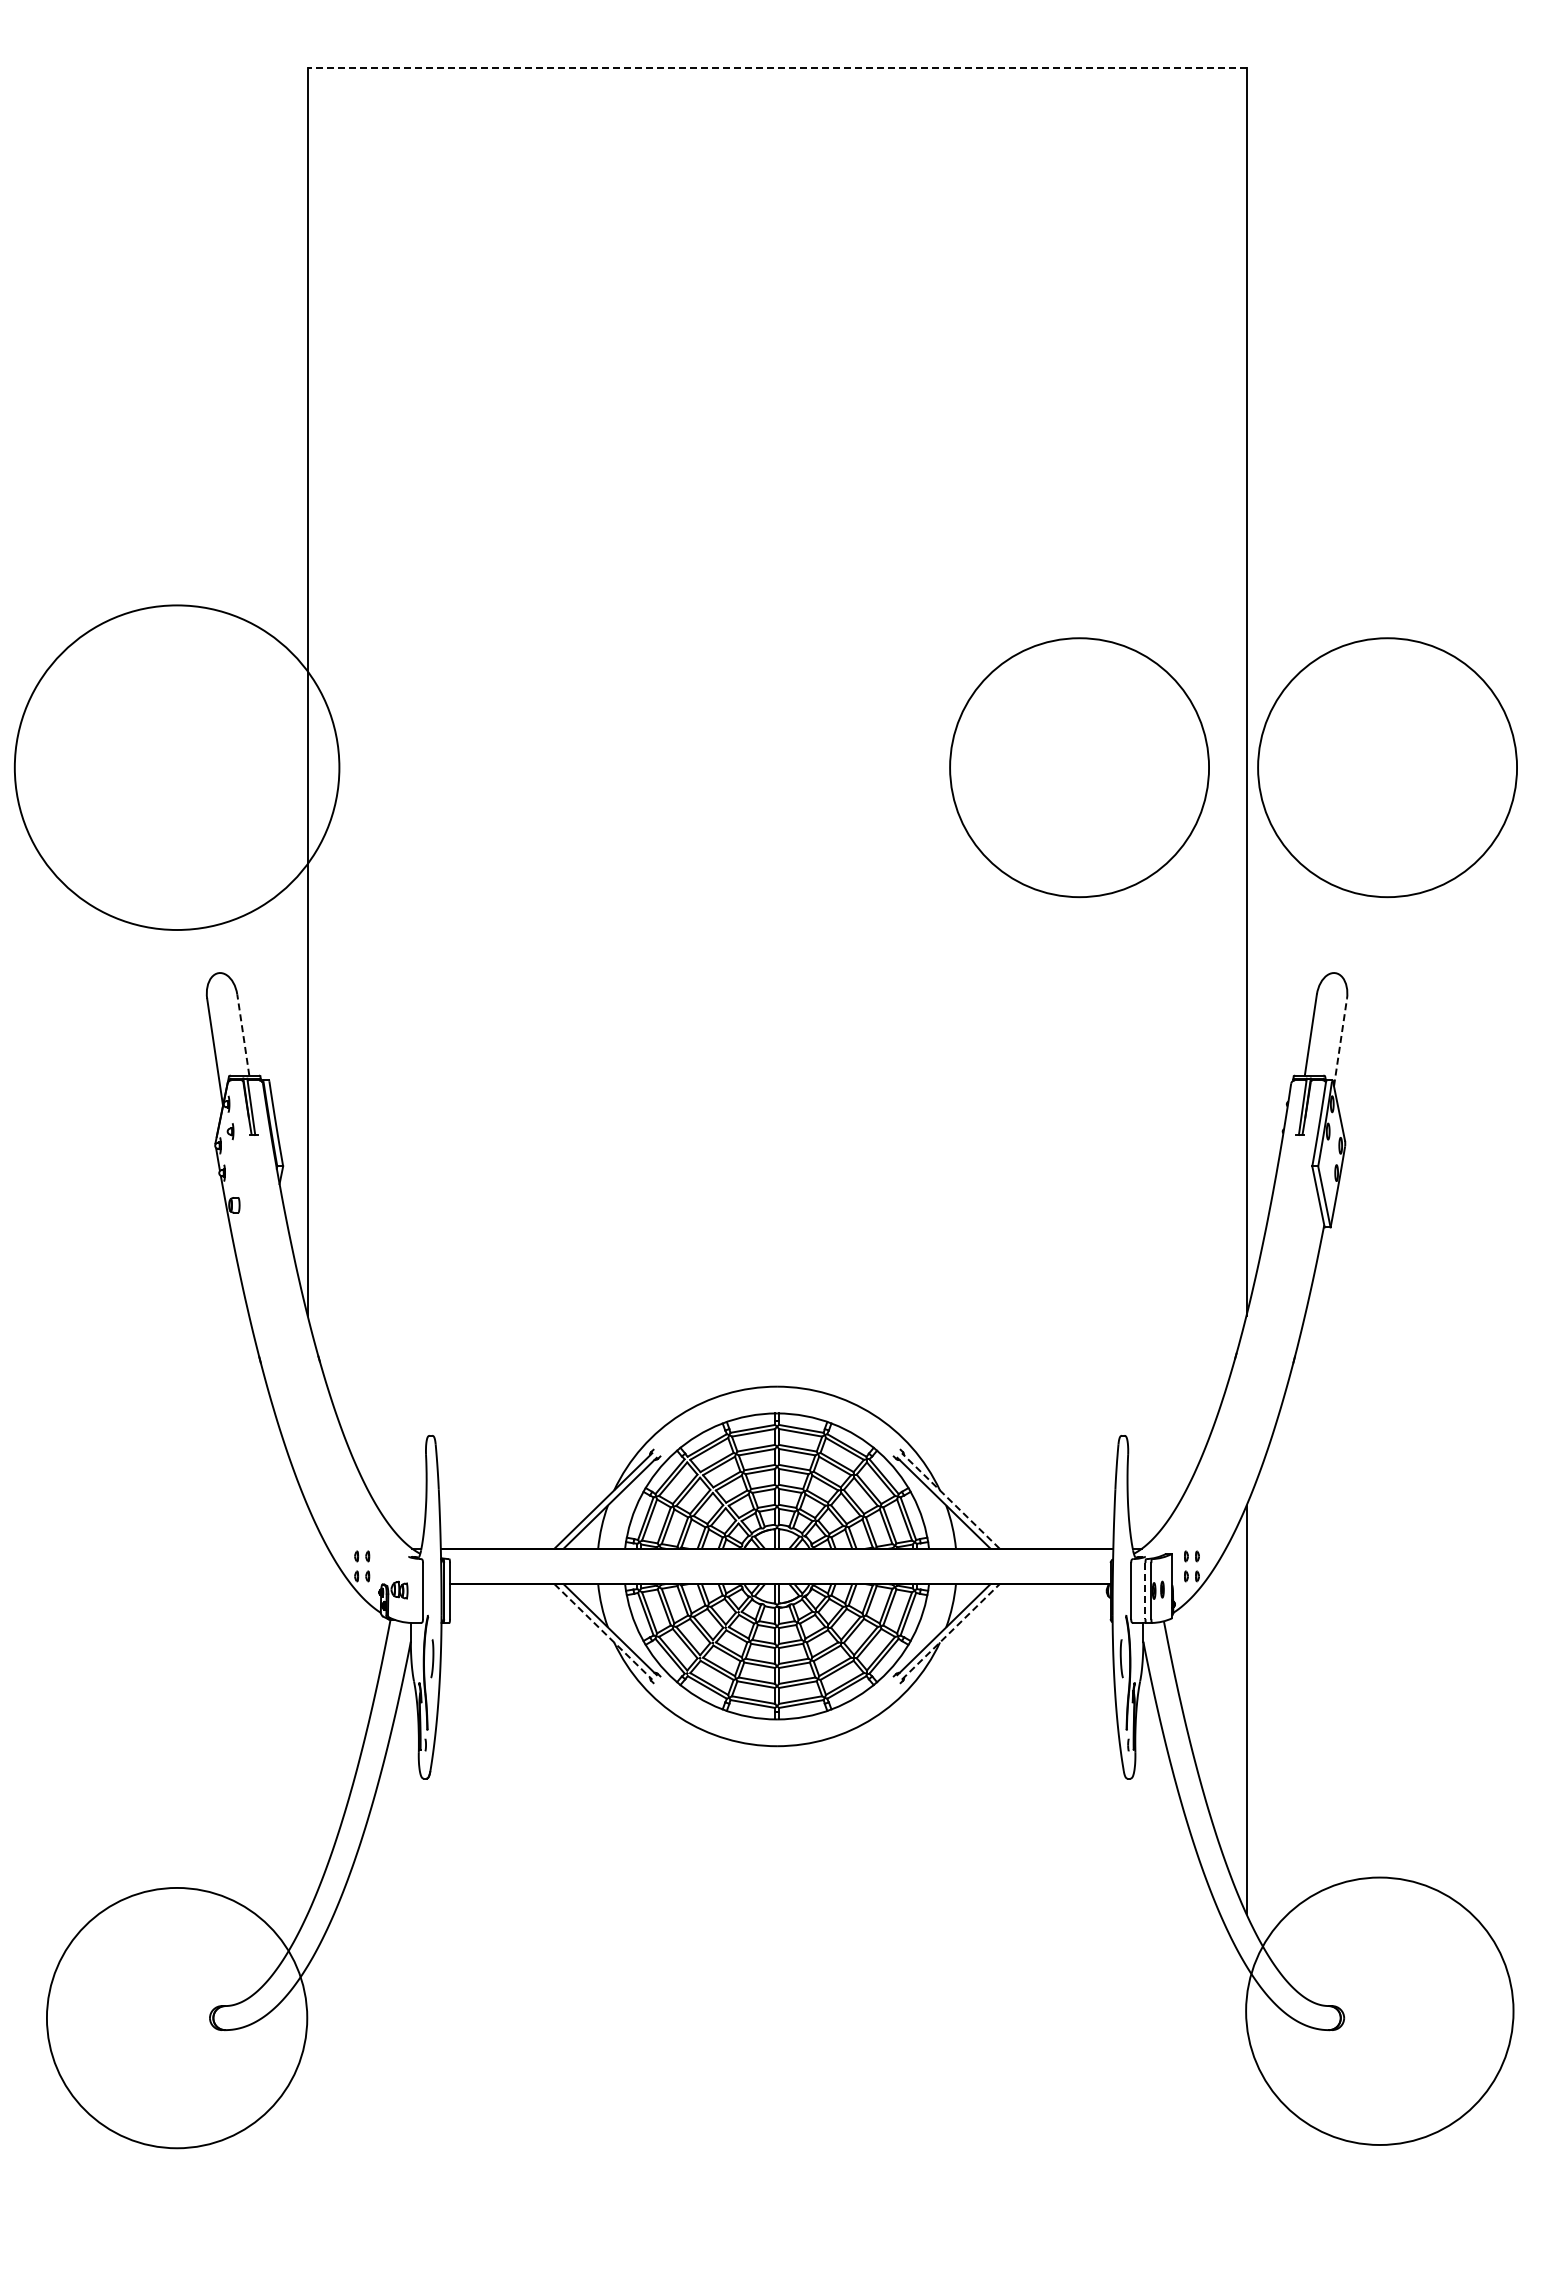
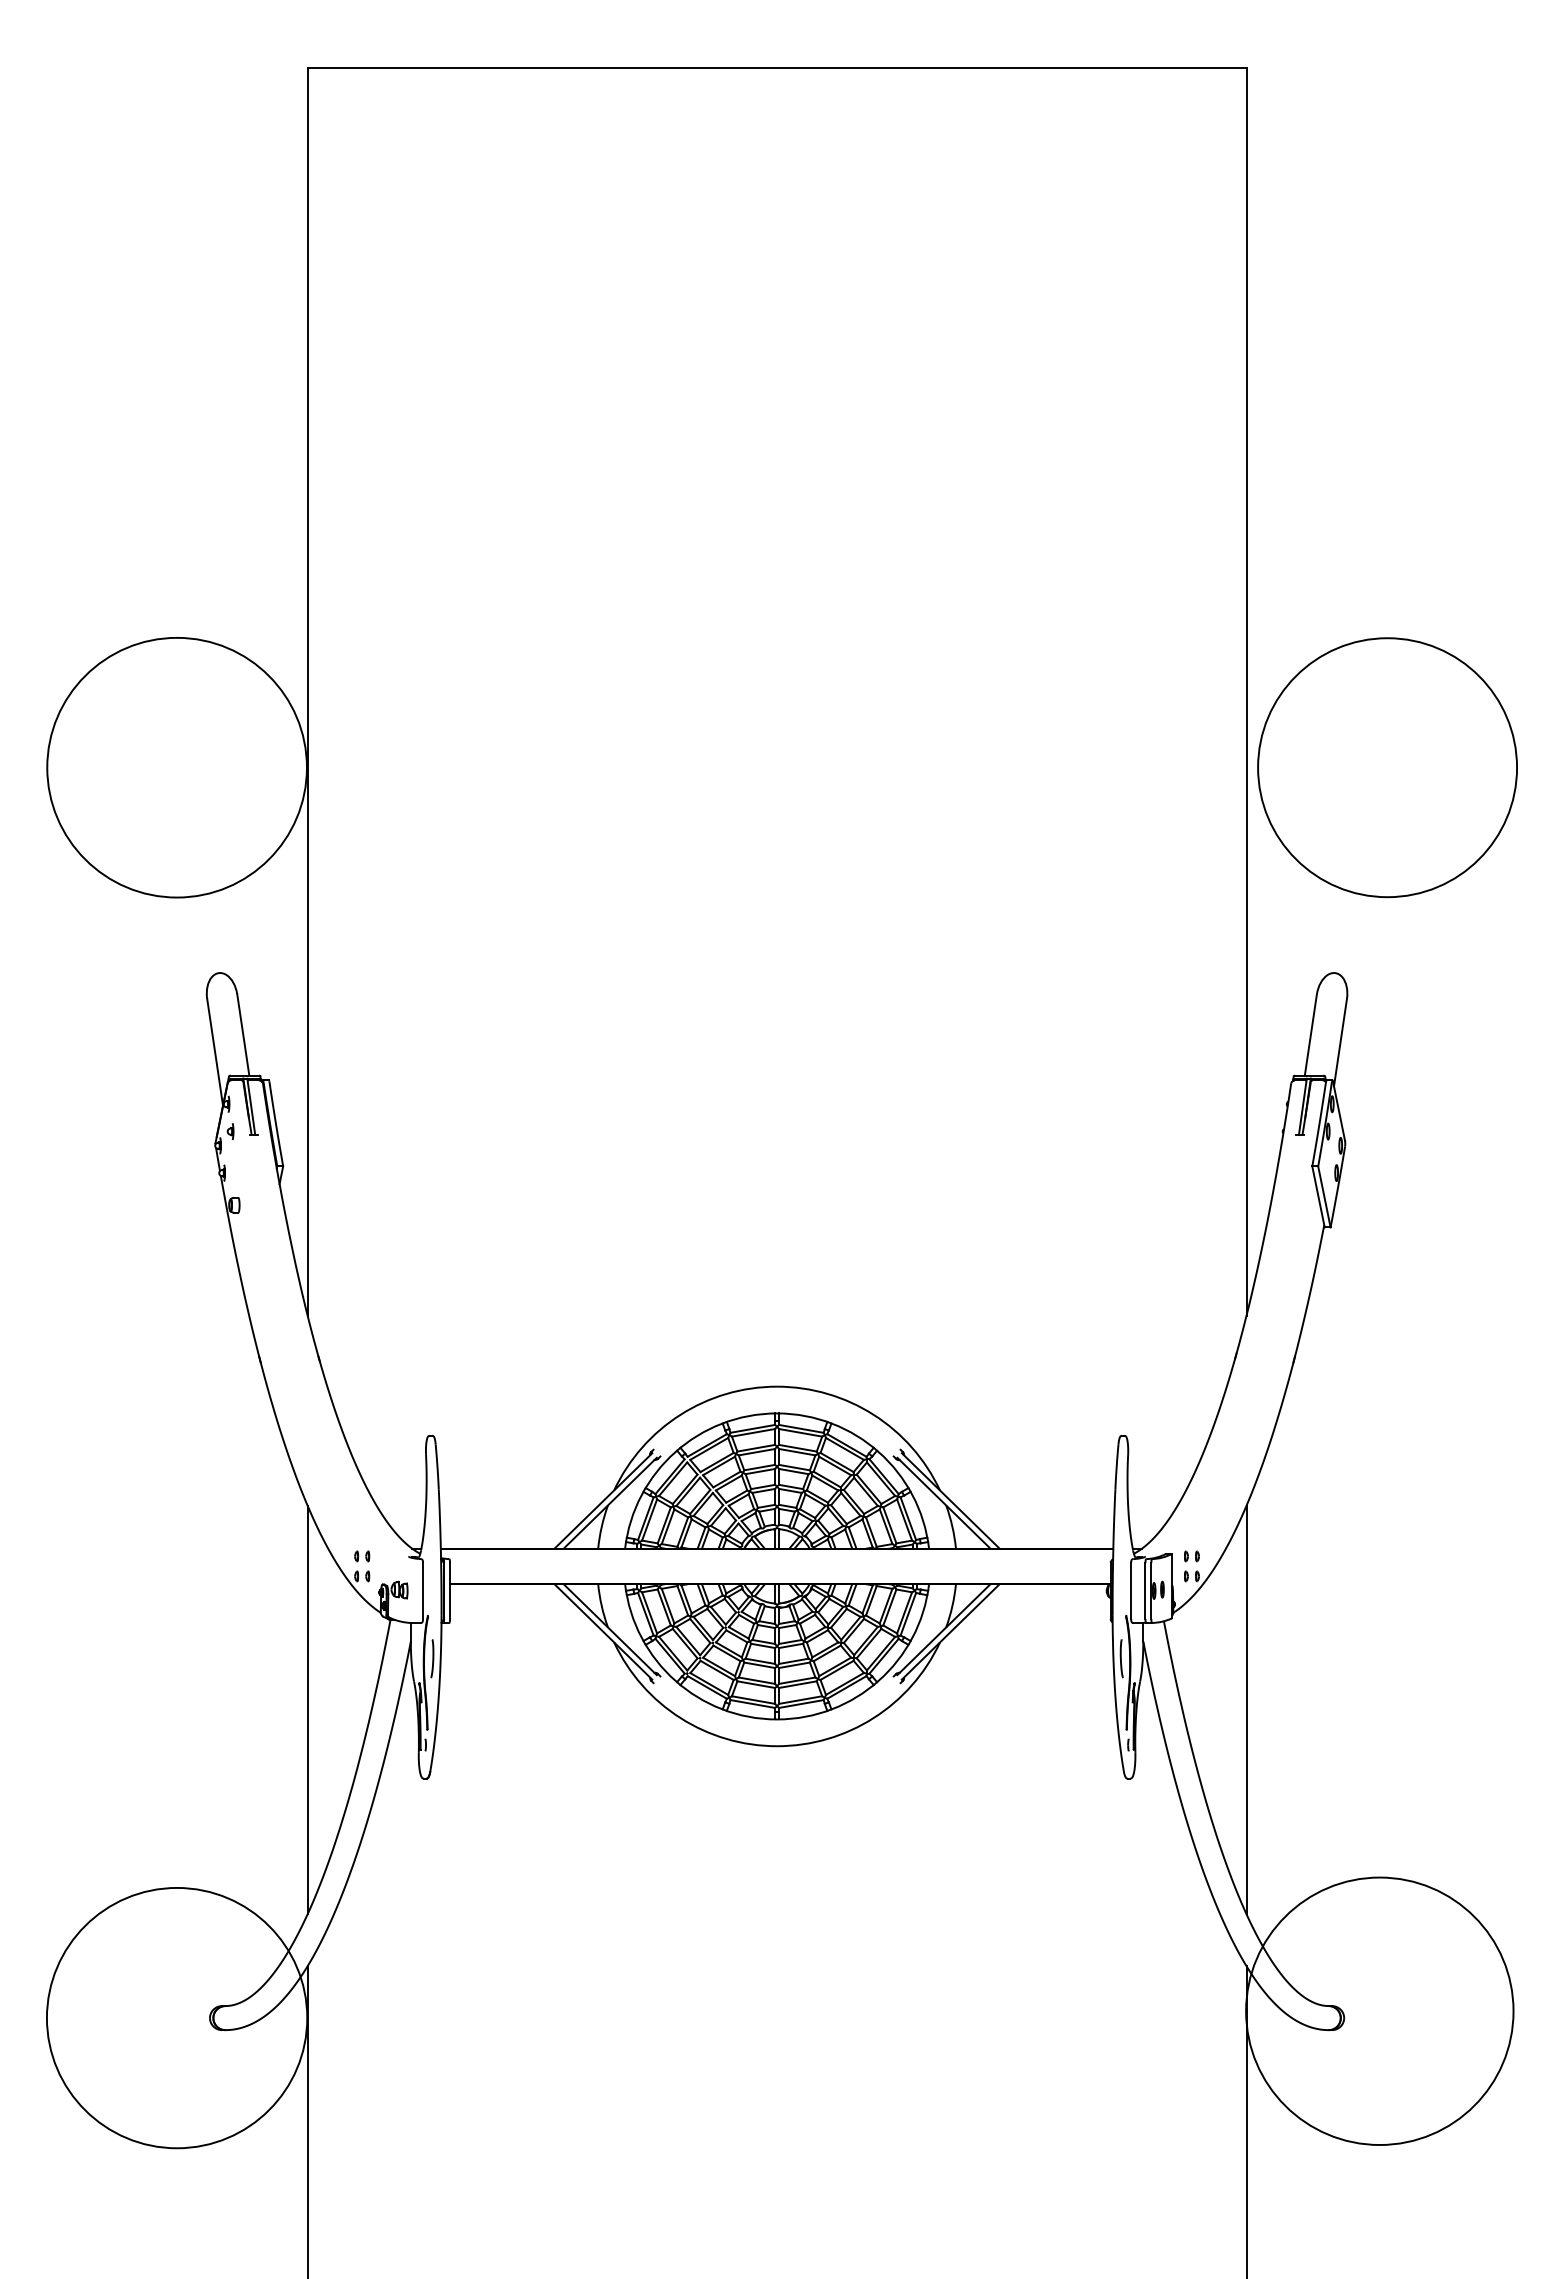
line at (776, 68): dashed -> solid
circle at (176, 767) diameter: 325 px -> 260 px
circle at (1079, 767): present -> none
line at (243, 1034): dashed -> solid
line at (1340, 1042): dashed -> solid
line at (950, 1500): dashed -> solid
line at (1145, 1591): dashed -> solid
line at (951, 1631): dashed -> solid
line at (603, 1632): dashed -> solid
line at (307, 1709): none -> present
line at (307, 2120): none -> present
line at (1246, 2120): none -> present
